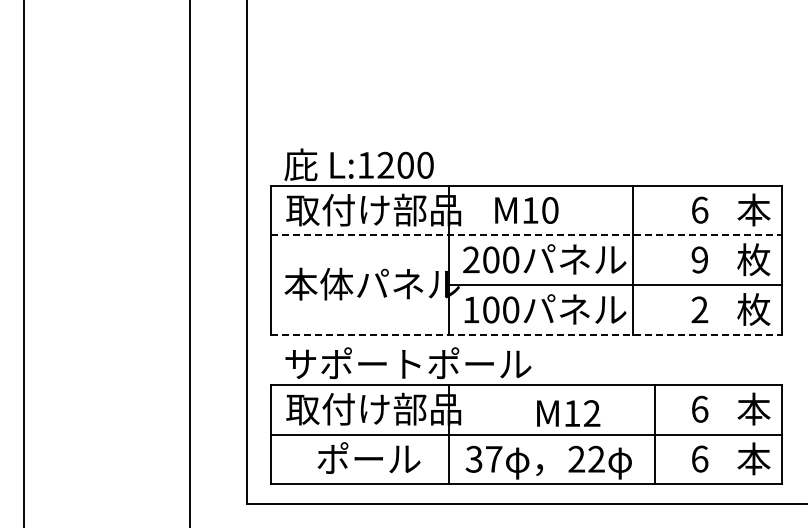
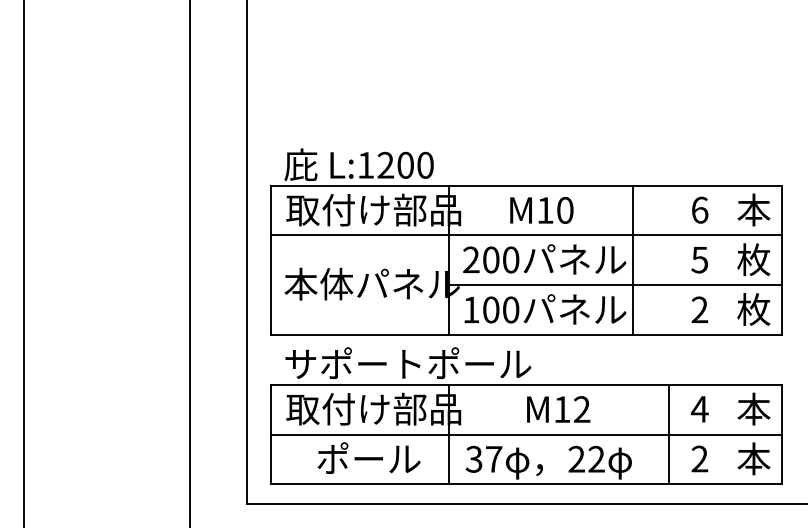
text at (526, 210) position: (526, 210) -> (541, 210)
line at (527, 235): dashed -> solid
text at (699, 259): 9 -> 5
line at (527, 334): dashed -> solid
text at (699, 408): 6 -> 4
text at (568, 413) position: (568, 413) -> (558, 409)
line at (654, 434) position: (654, 434) -> (668, 434)
text at (699, 458): 6 -> 2
